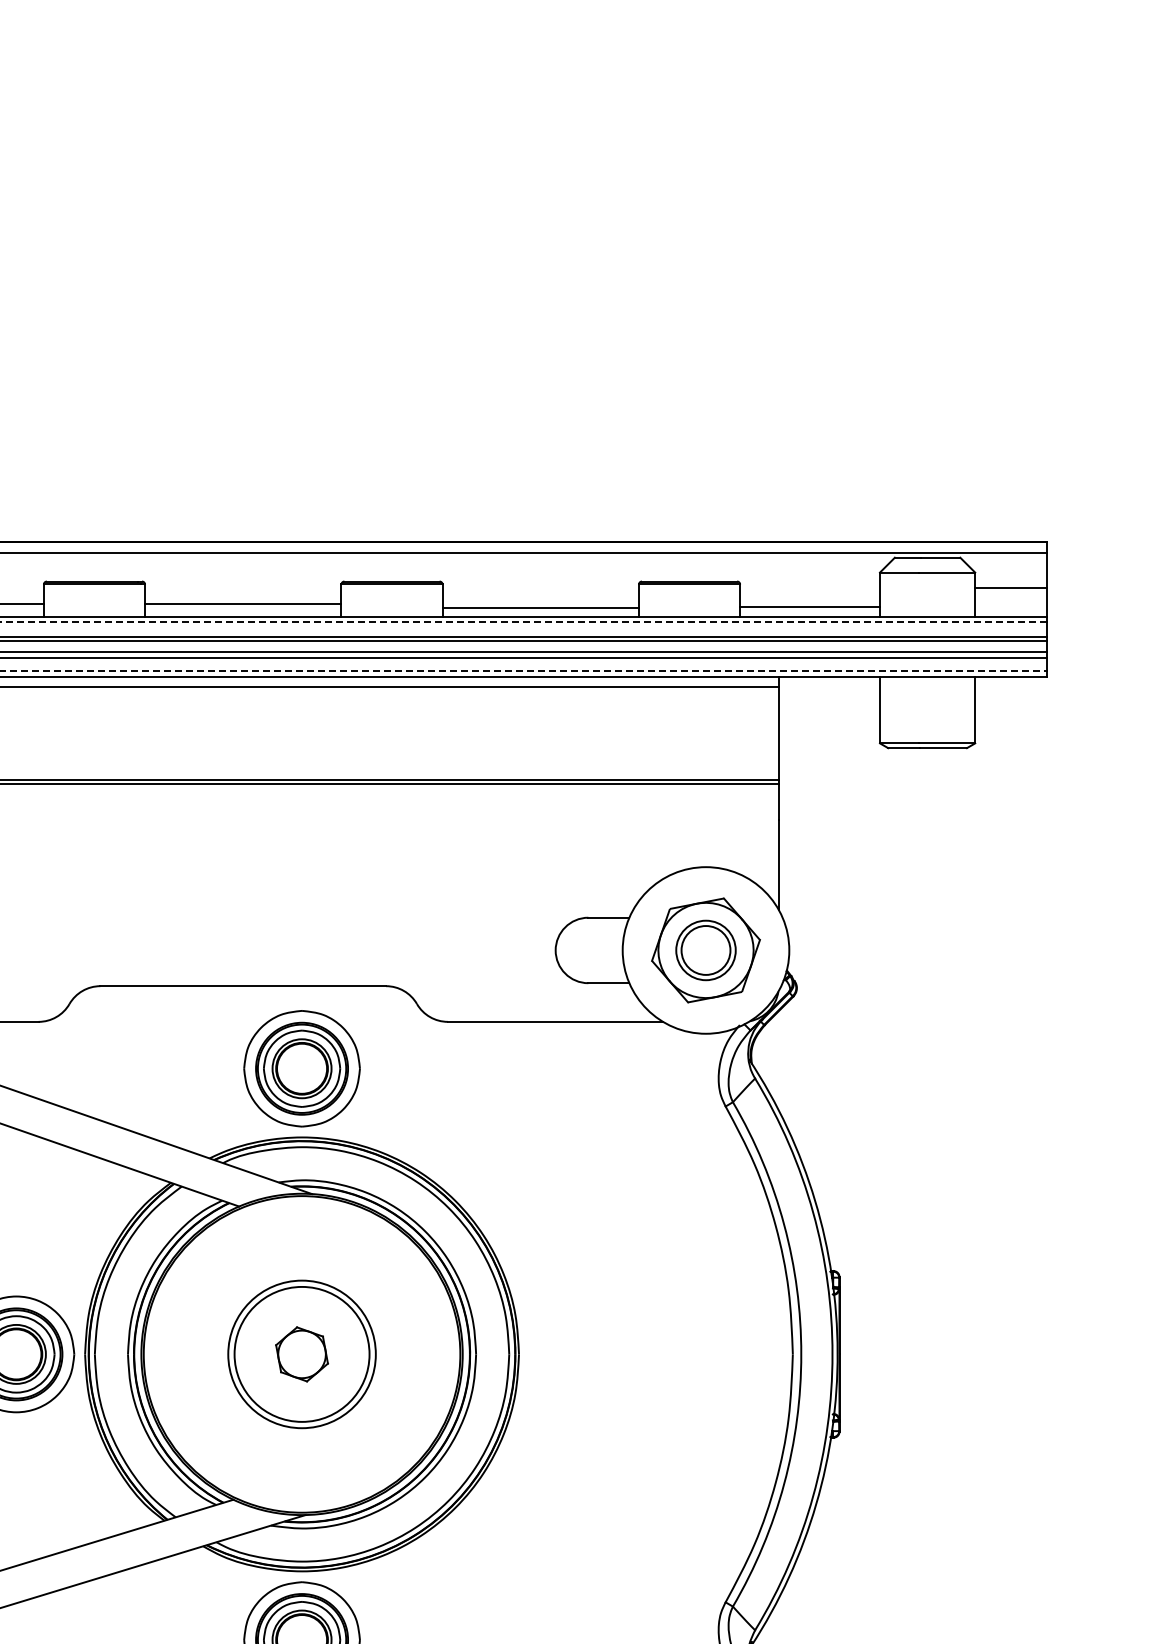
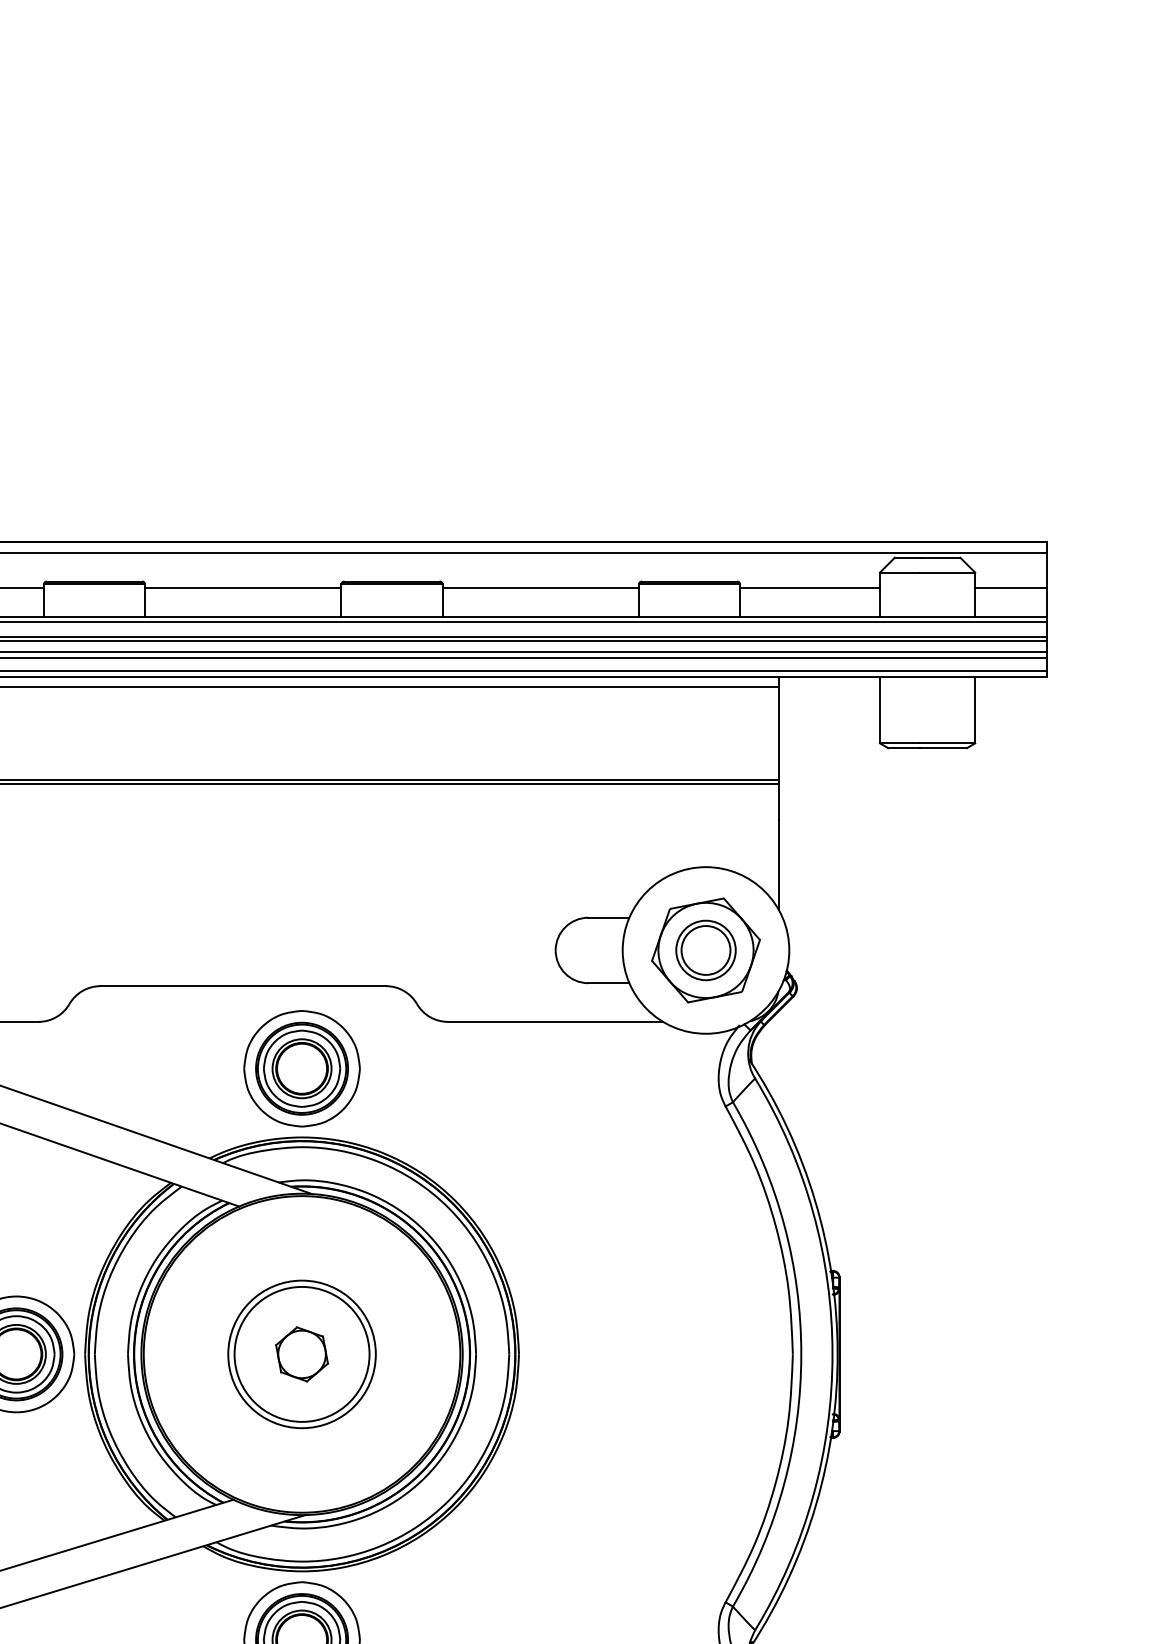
line at (22, 603) position: (22, 603) -> (22, 587)
line at (243, 603) position: (243, 603) -> (243, 587)
line at (809, 606) position: (809, 606) -> (809, 587)
line at (540, 607) position: (540, 607) -> (540, 587)
line at (523, 621): dashed -> solid
line at (524, 670): dashed -> solid
